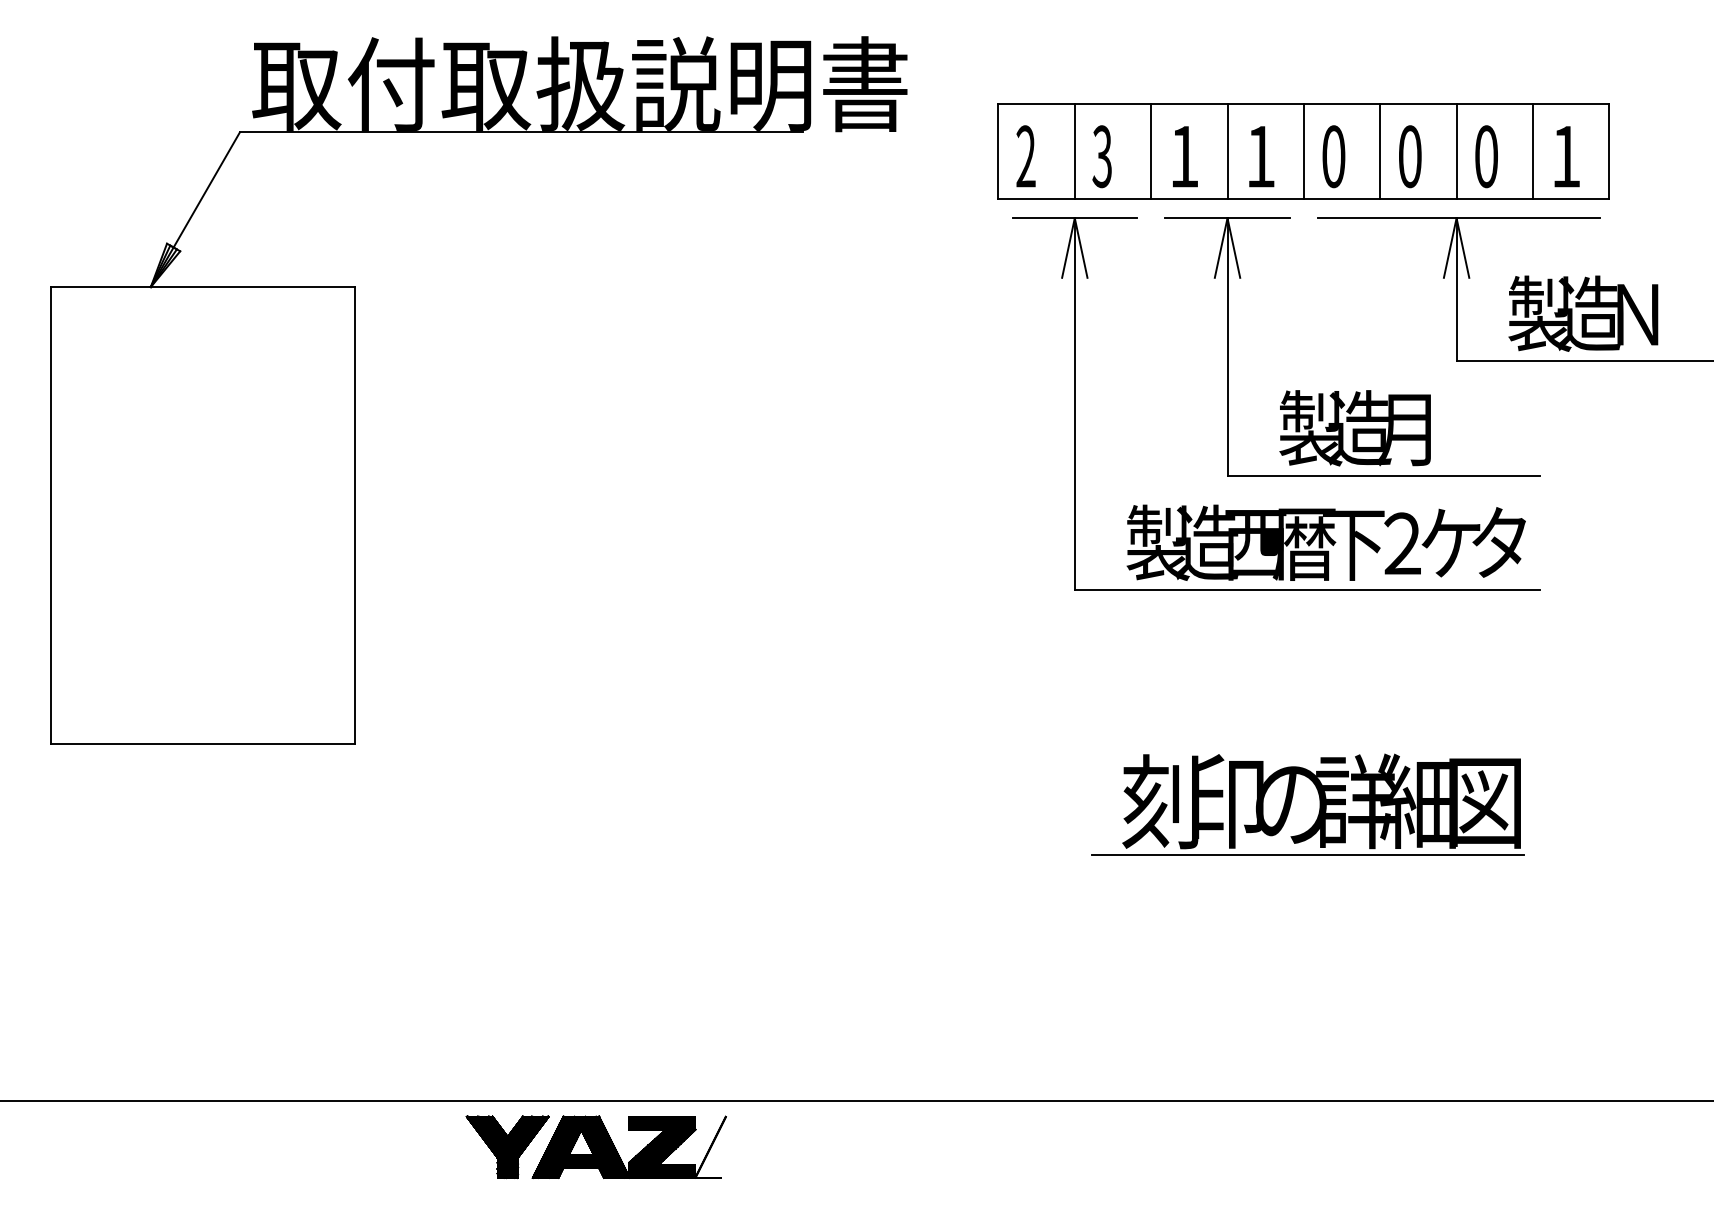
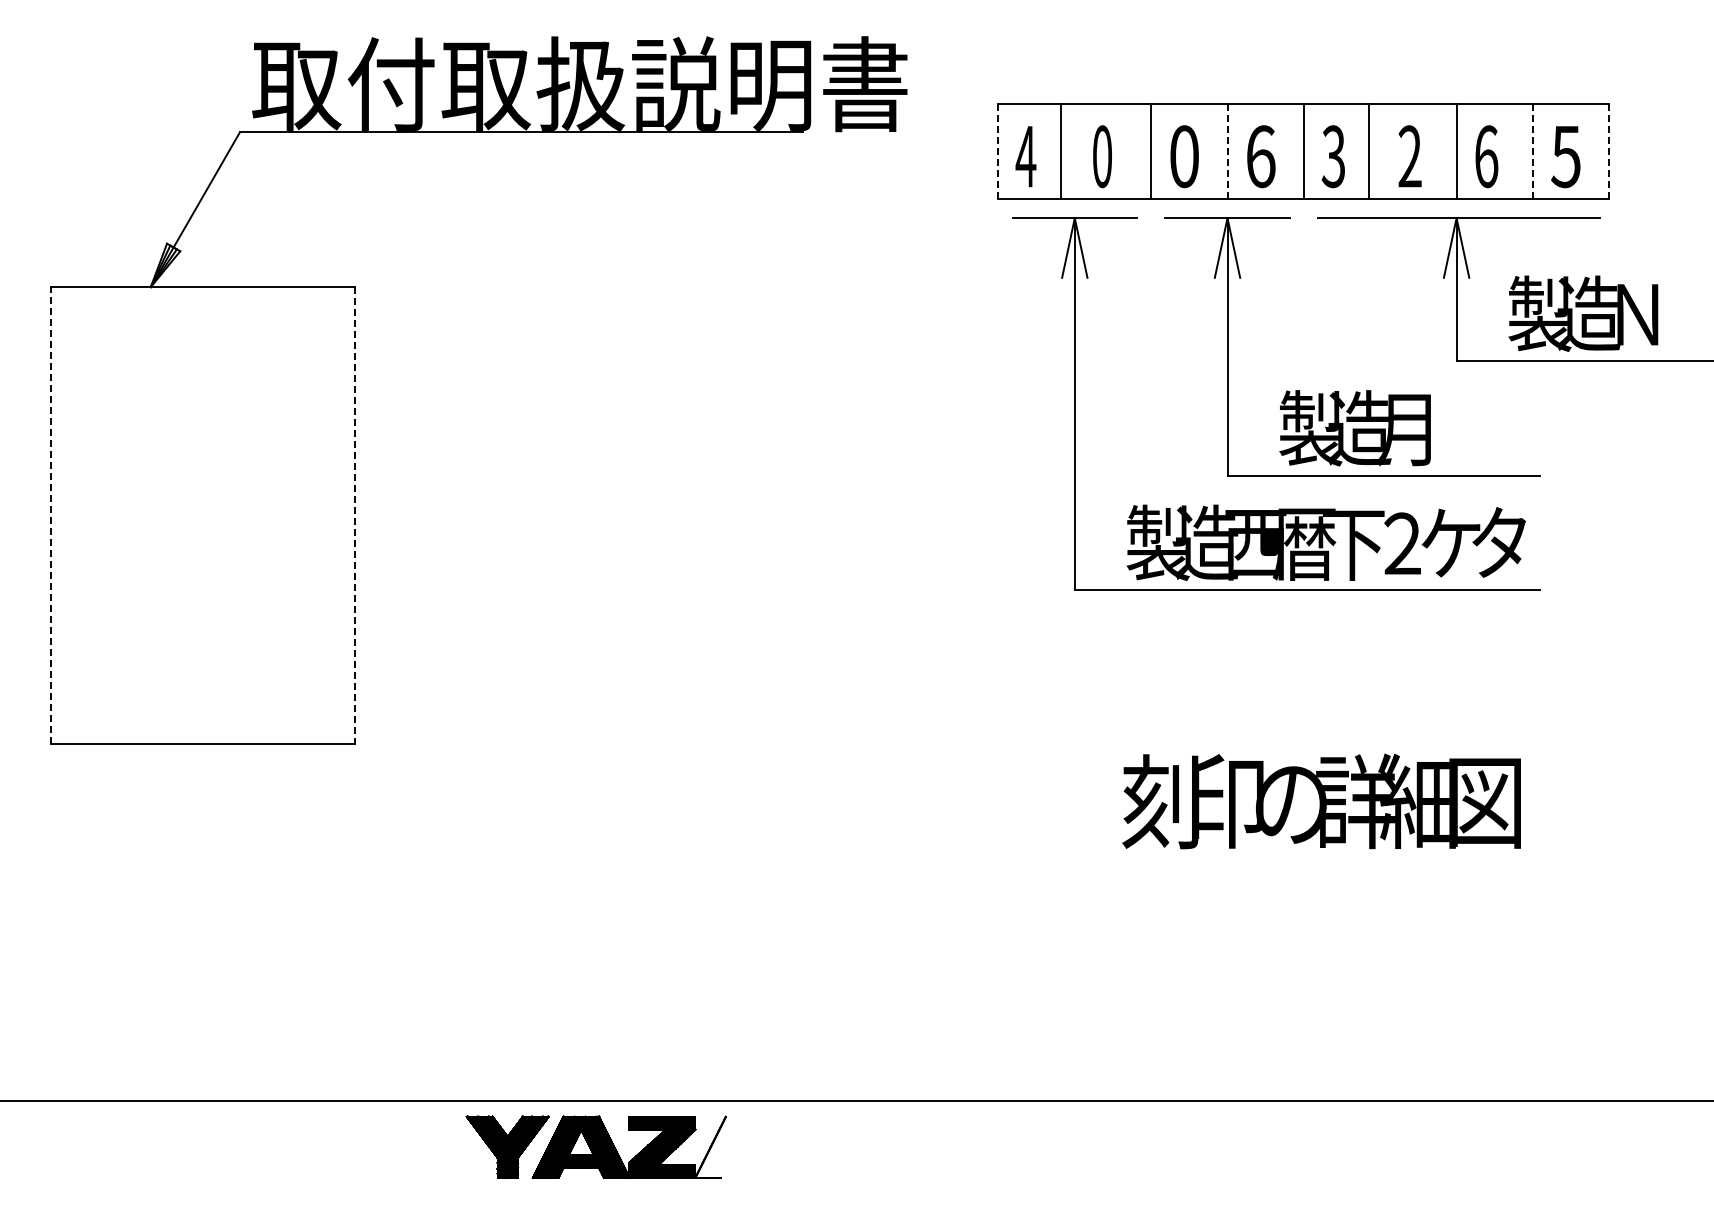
line at (998, 151): solid -> dashed
line at (1074, 151) position: (1074, 151) -> (1060, 151)
line at (1227, 151): solid -> dashed
line at (1380, 151) position: (1380, 151) -> (1369, 151)
line at (1532, 151): solid -> dashed
line at (1609, 151): solid -> dashed
text at (1025, 156): 2 -> 4
text at (1101, 156): 3 -> 0
text at (1184, 156): 1 -> 0
text at (1261, 156): 1 -> 6
text at (1333, 156): 0 -> 3
text at (1409, 156): 0 -> 2
text at (1486, 156): 0 -> 6
text at (1565, 157): 1 -> 5
line at (51, 515): solid -> dashed
line at (355, 515): solid -> dashed
line at (1307, 854): present -> none
